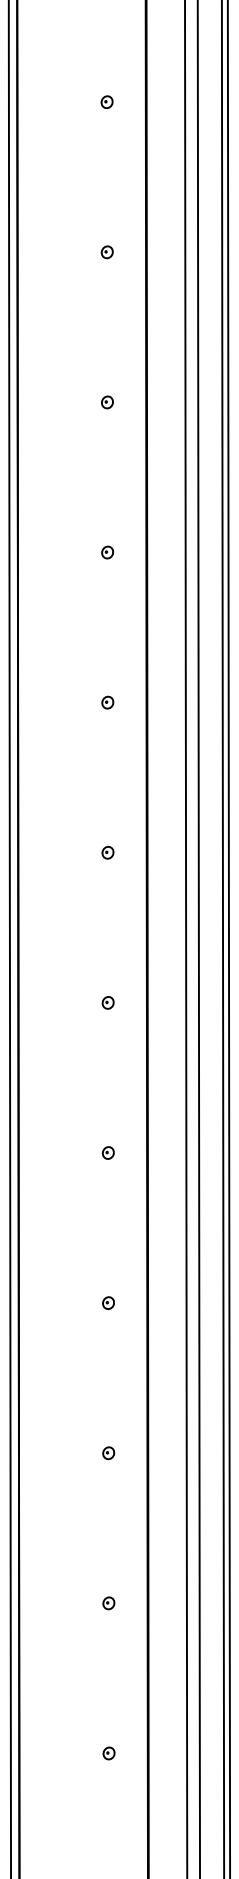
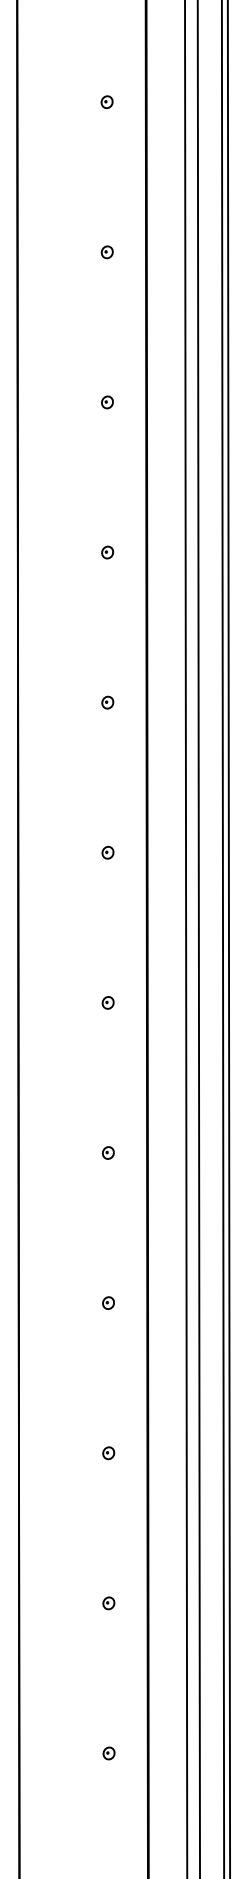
line at (9, 938): present -> none
